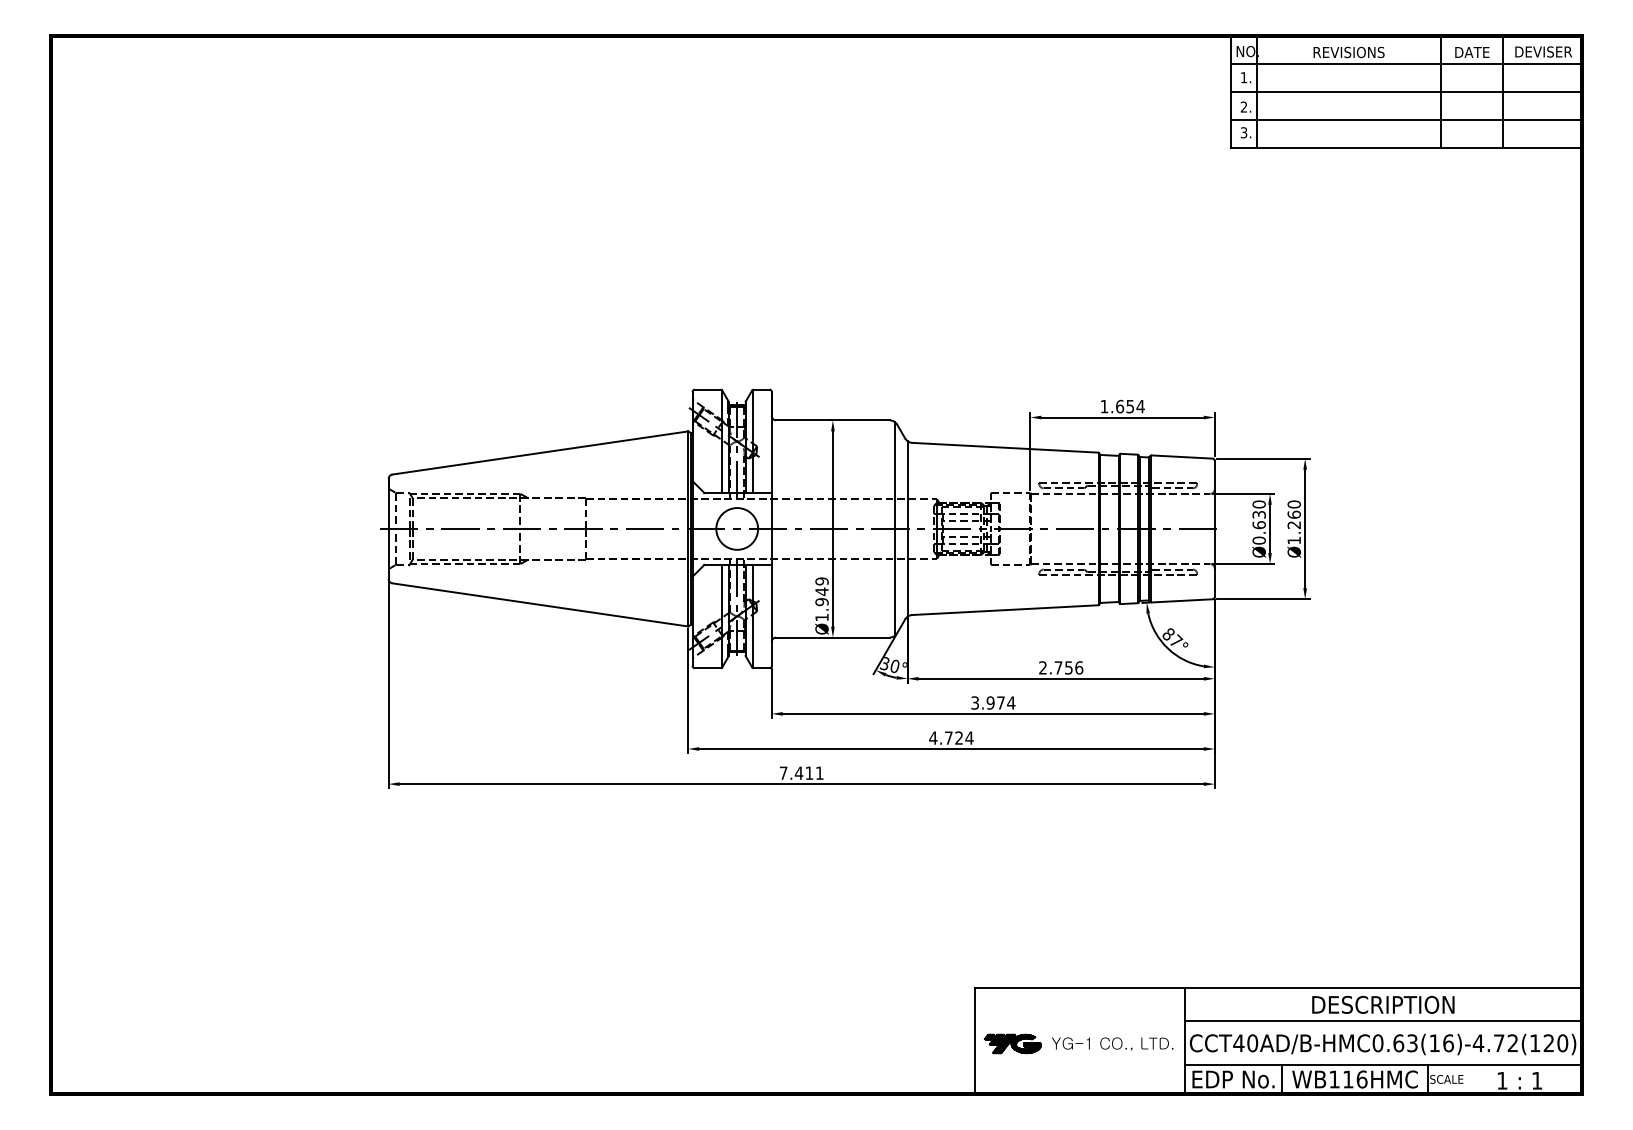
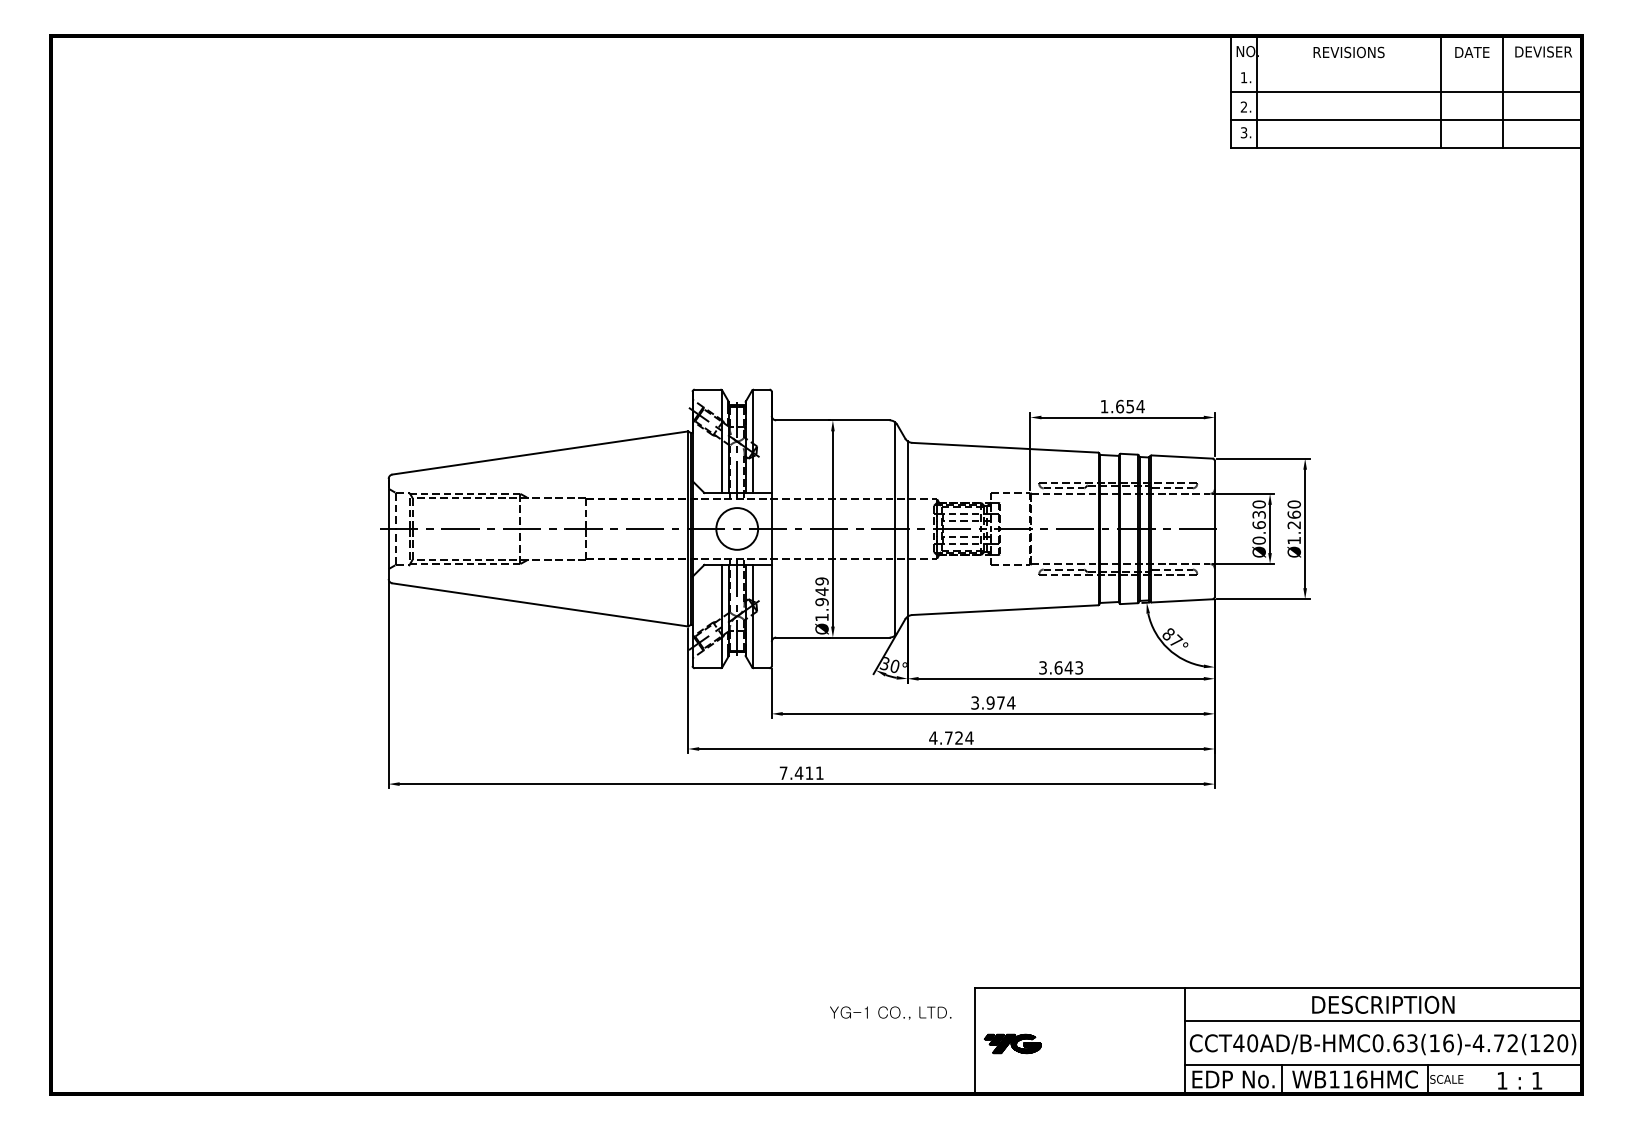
line at (1405, 64): present -> none
text at (1061, 667): 2.756 -> 3.643
text at (1112, 1043) position: (1112, 1043) -> (890, 1012)
